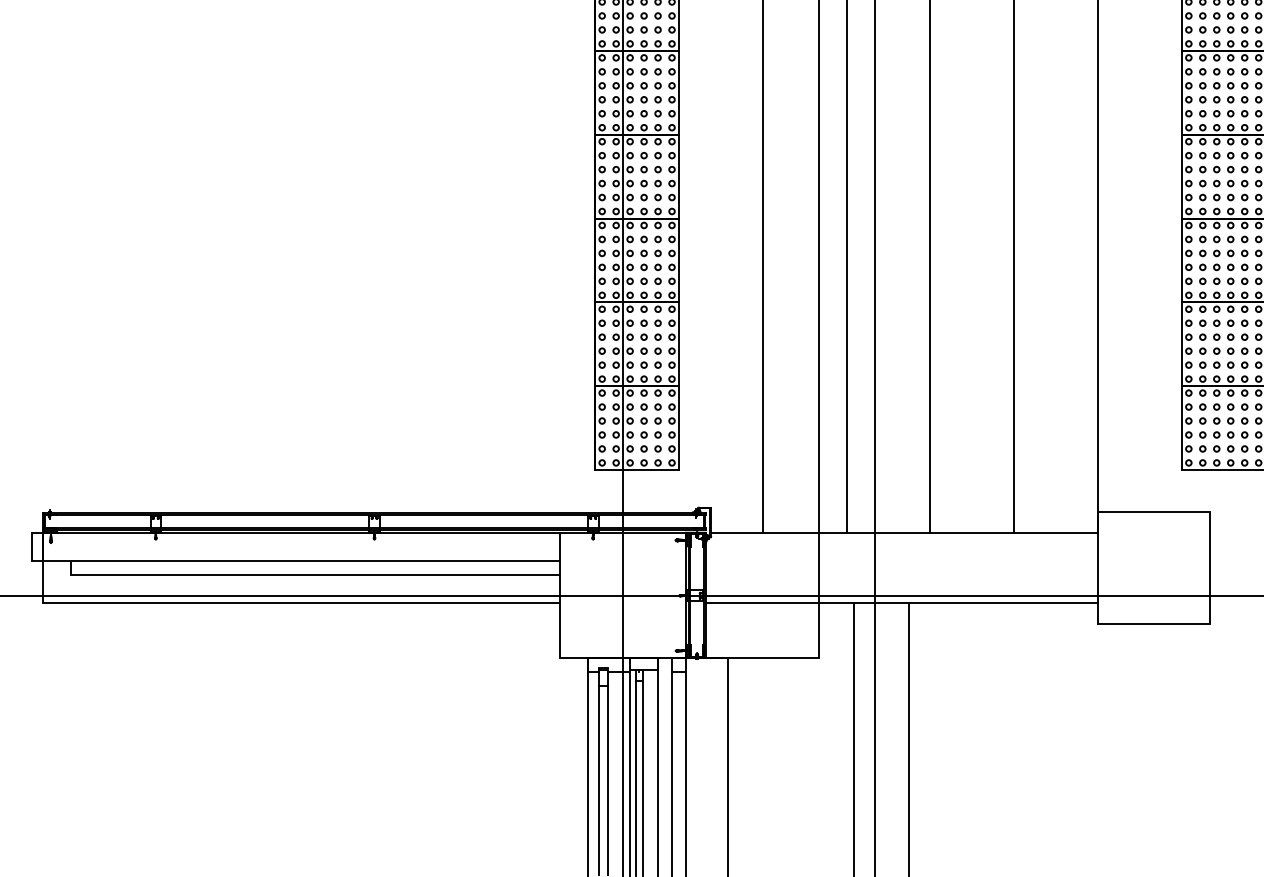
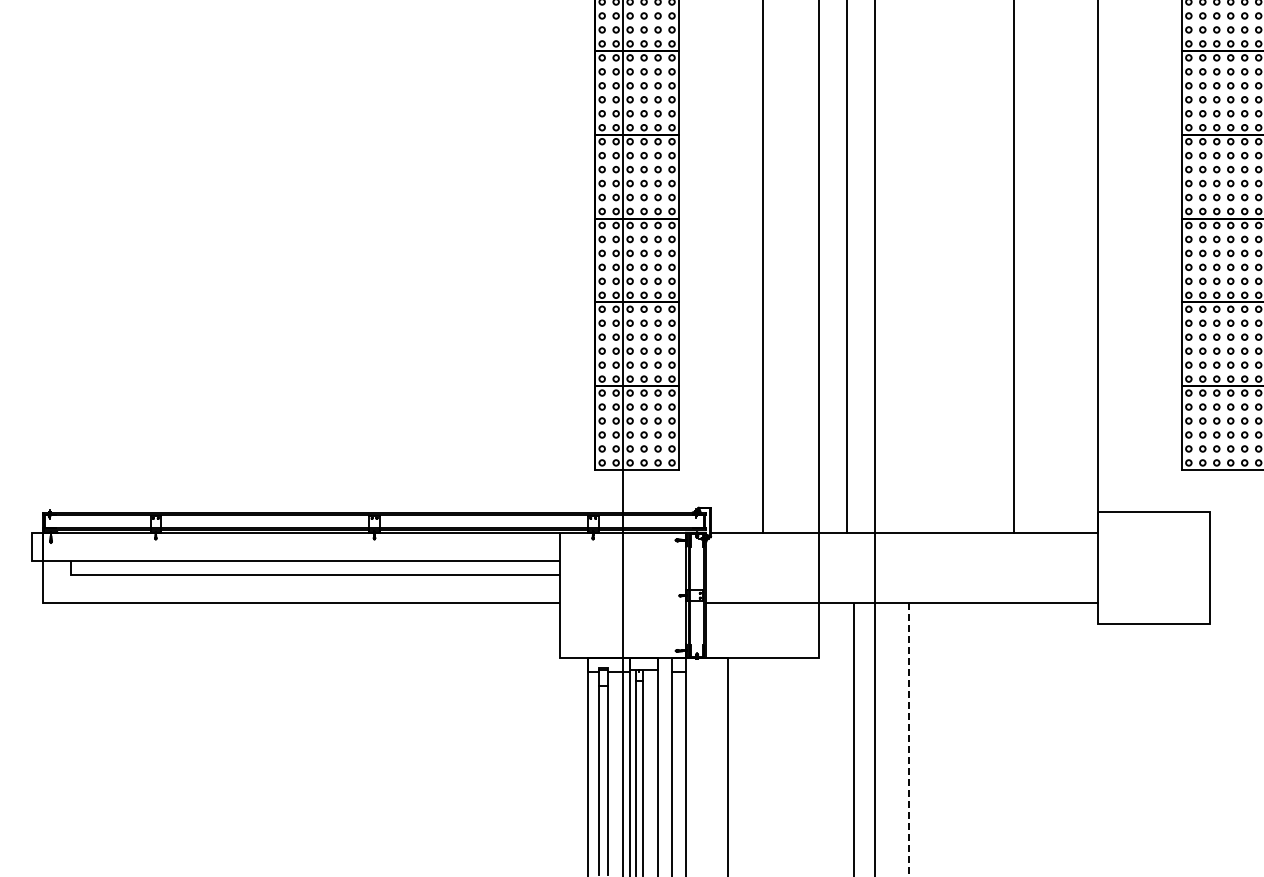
line at (930, 267): present -> none
line at (631, 595): present -> none
line at (909, 739): solid -> dashed
